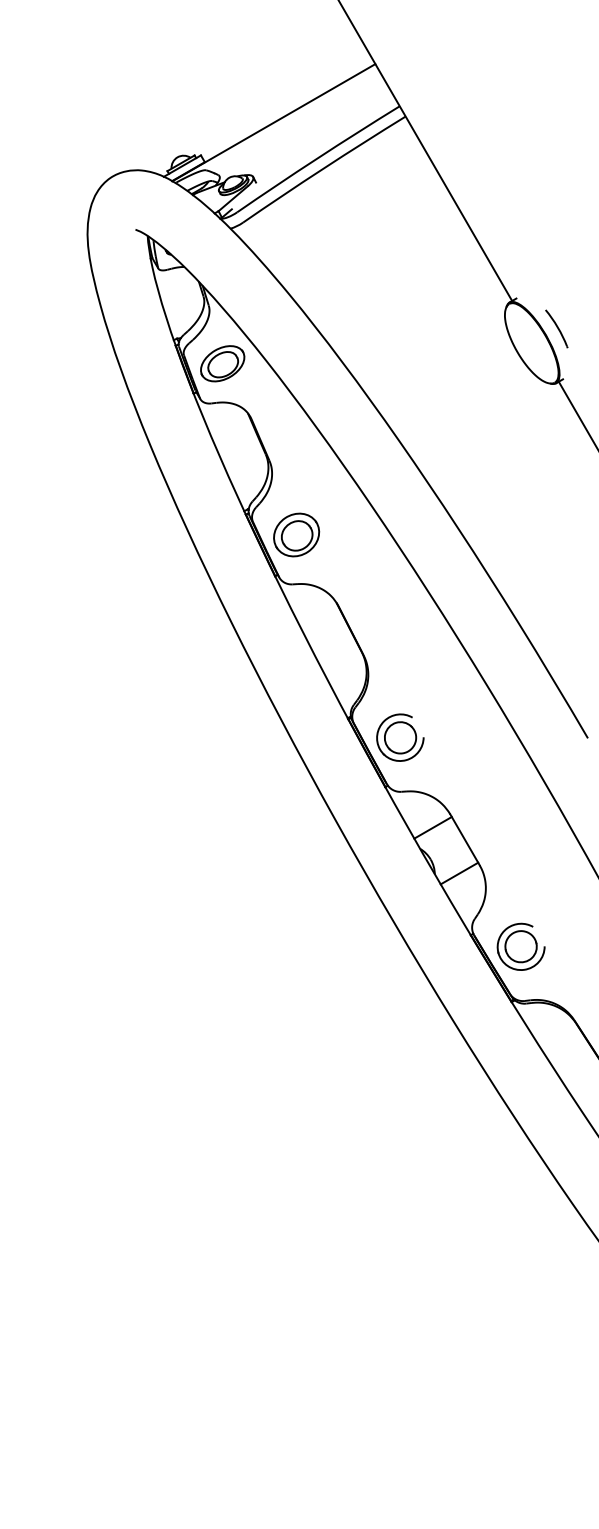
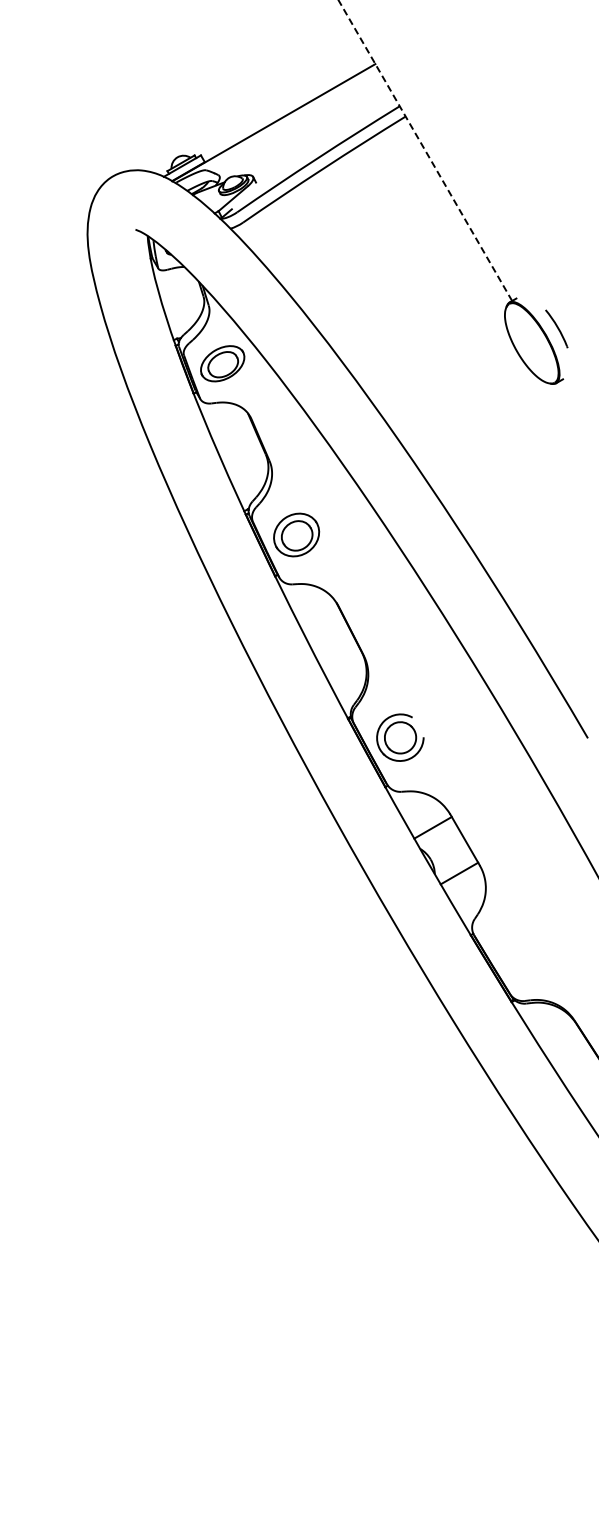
line at (425, 150): solid -> dashed
line at (576, 413): present -> none
part at (520, 946): present -> none
